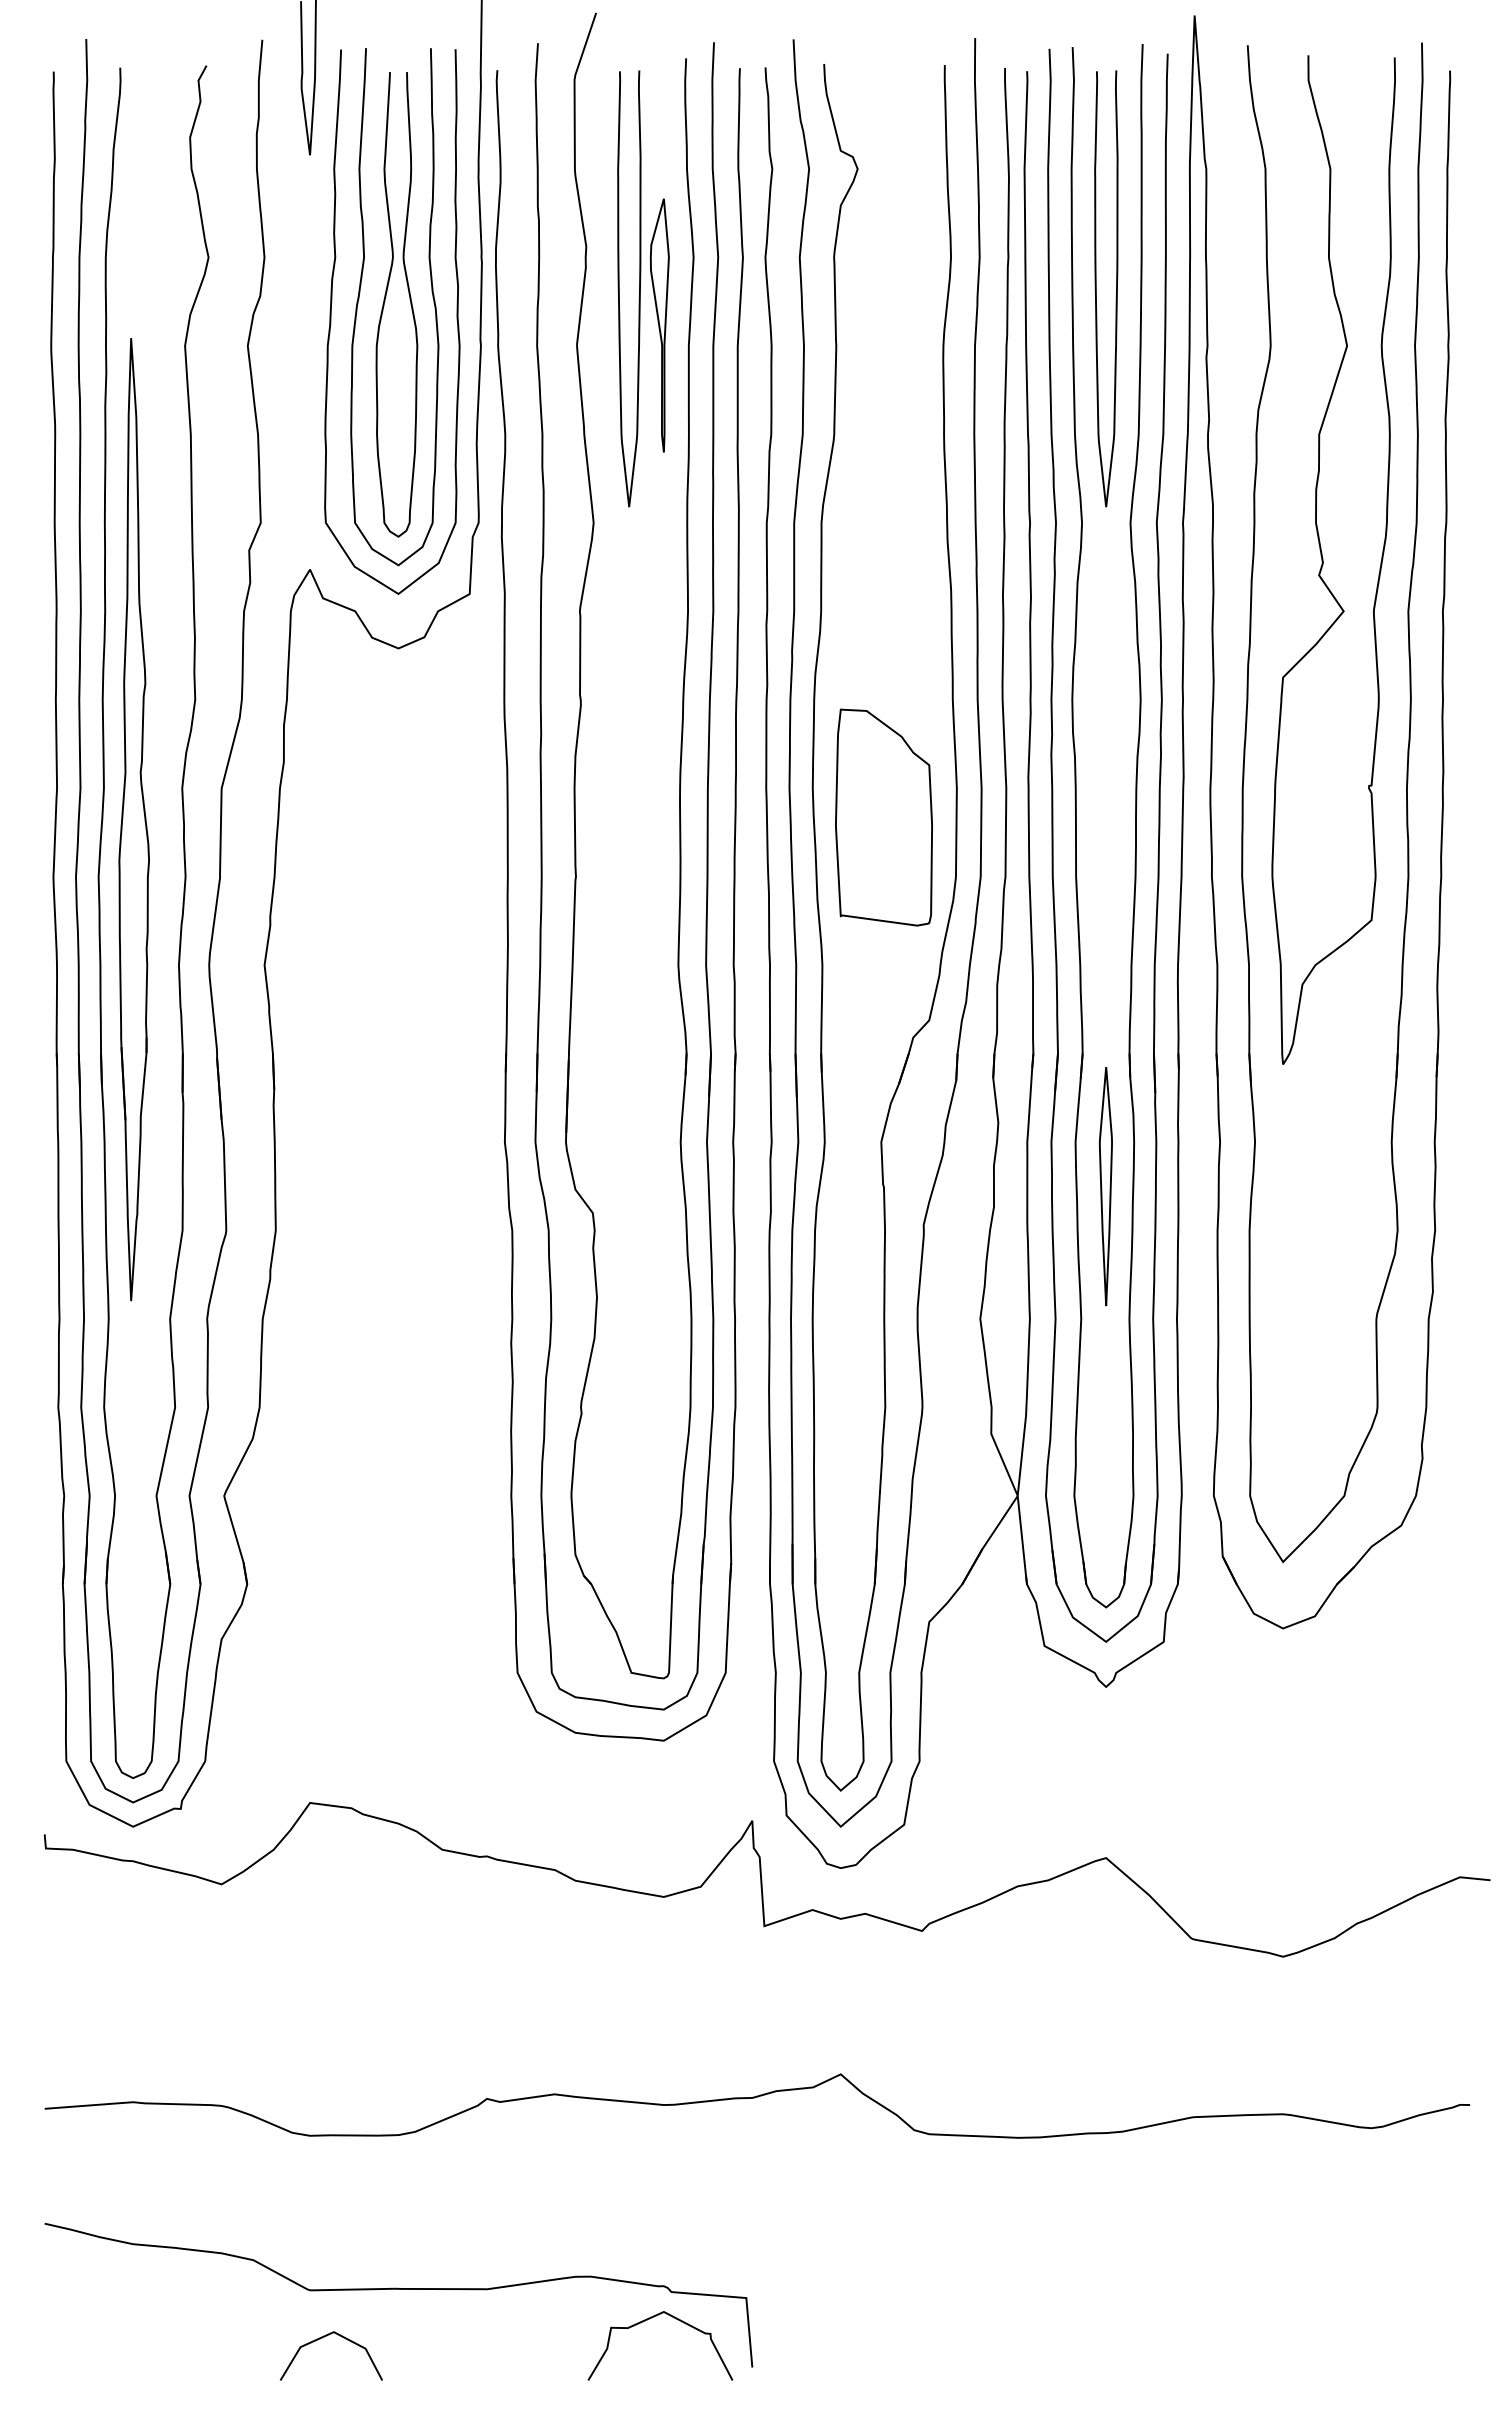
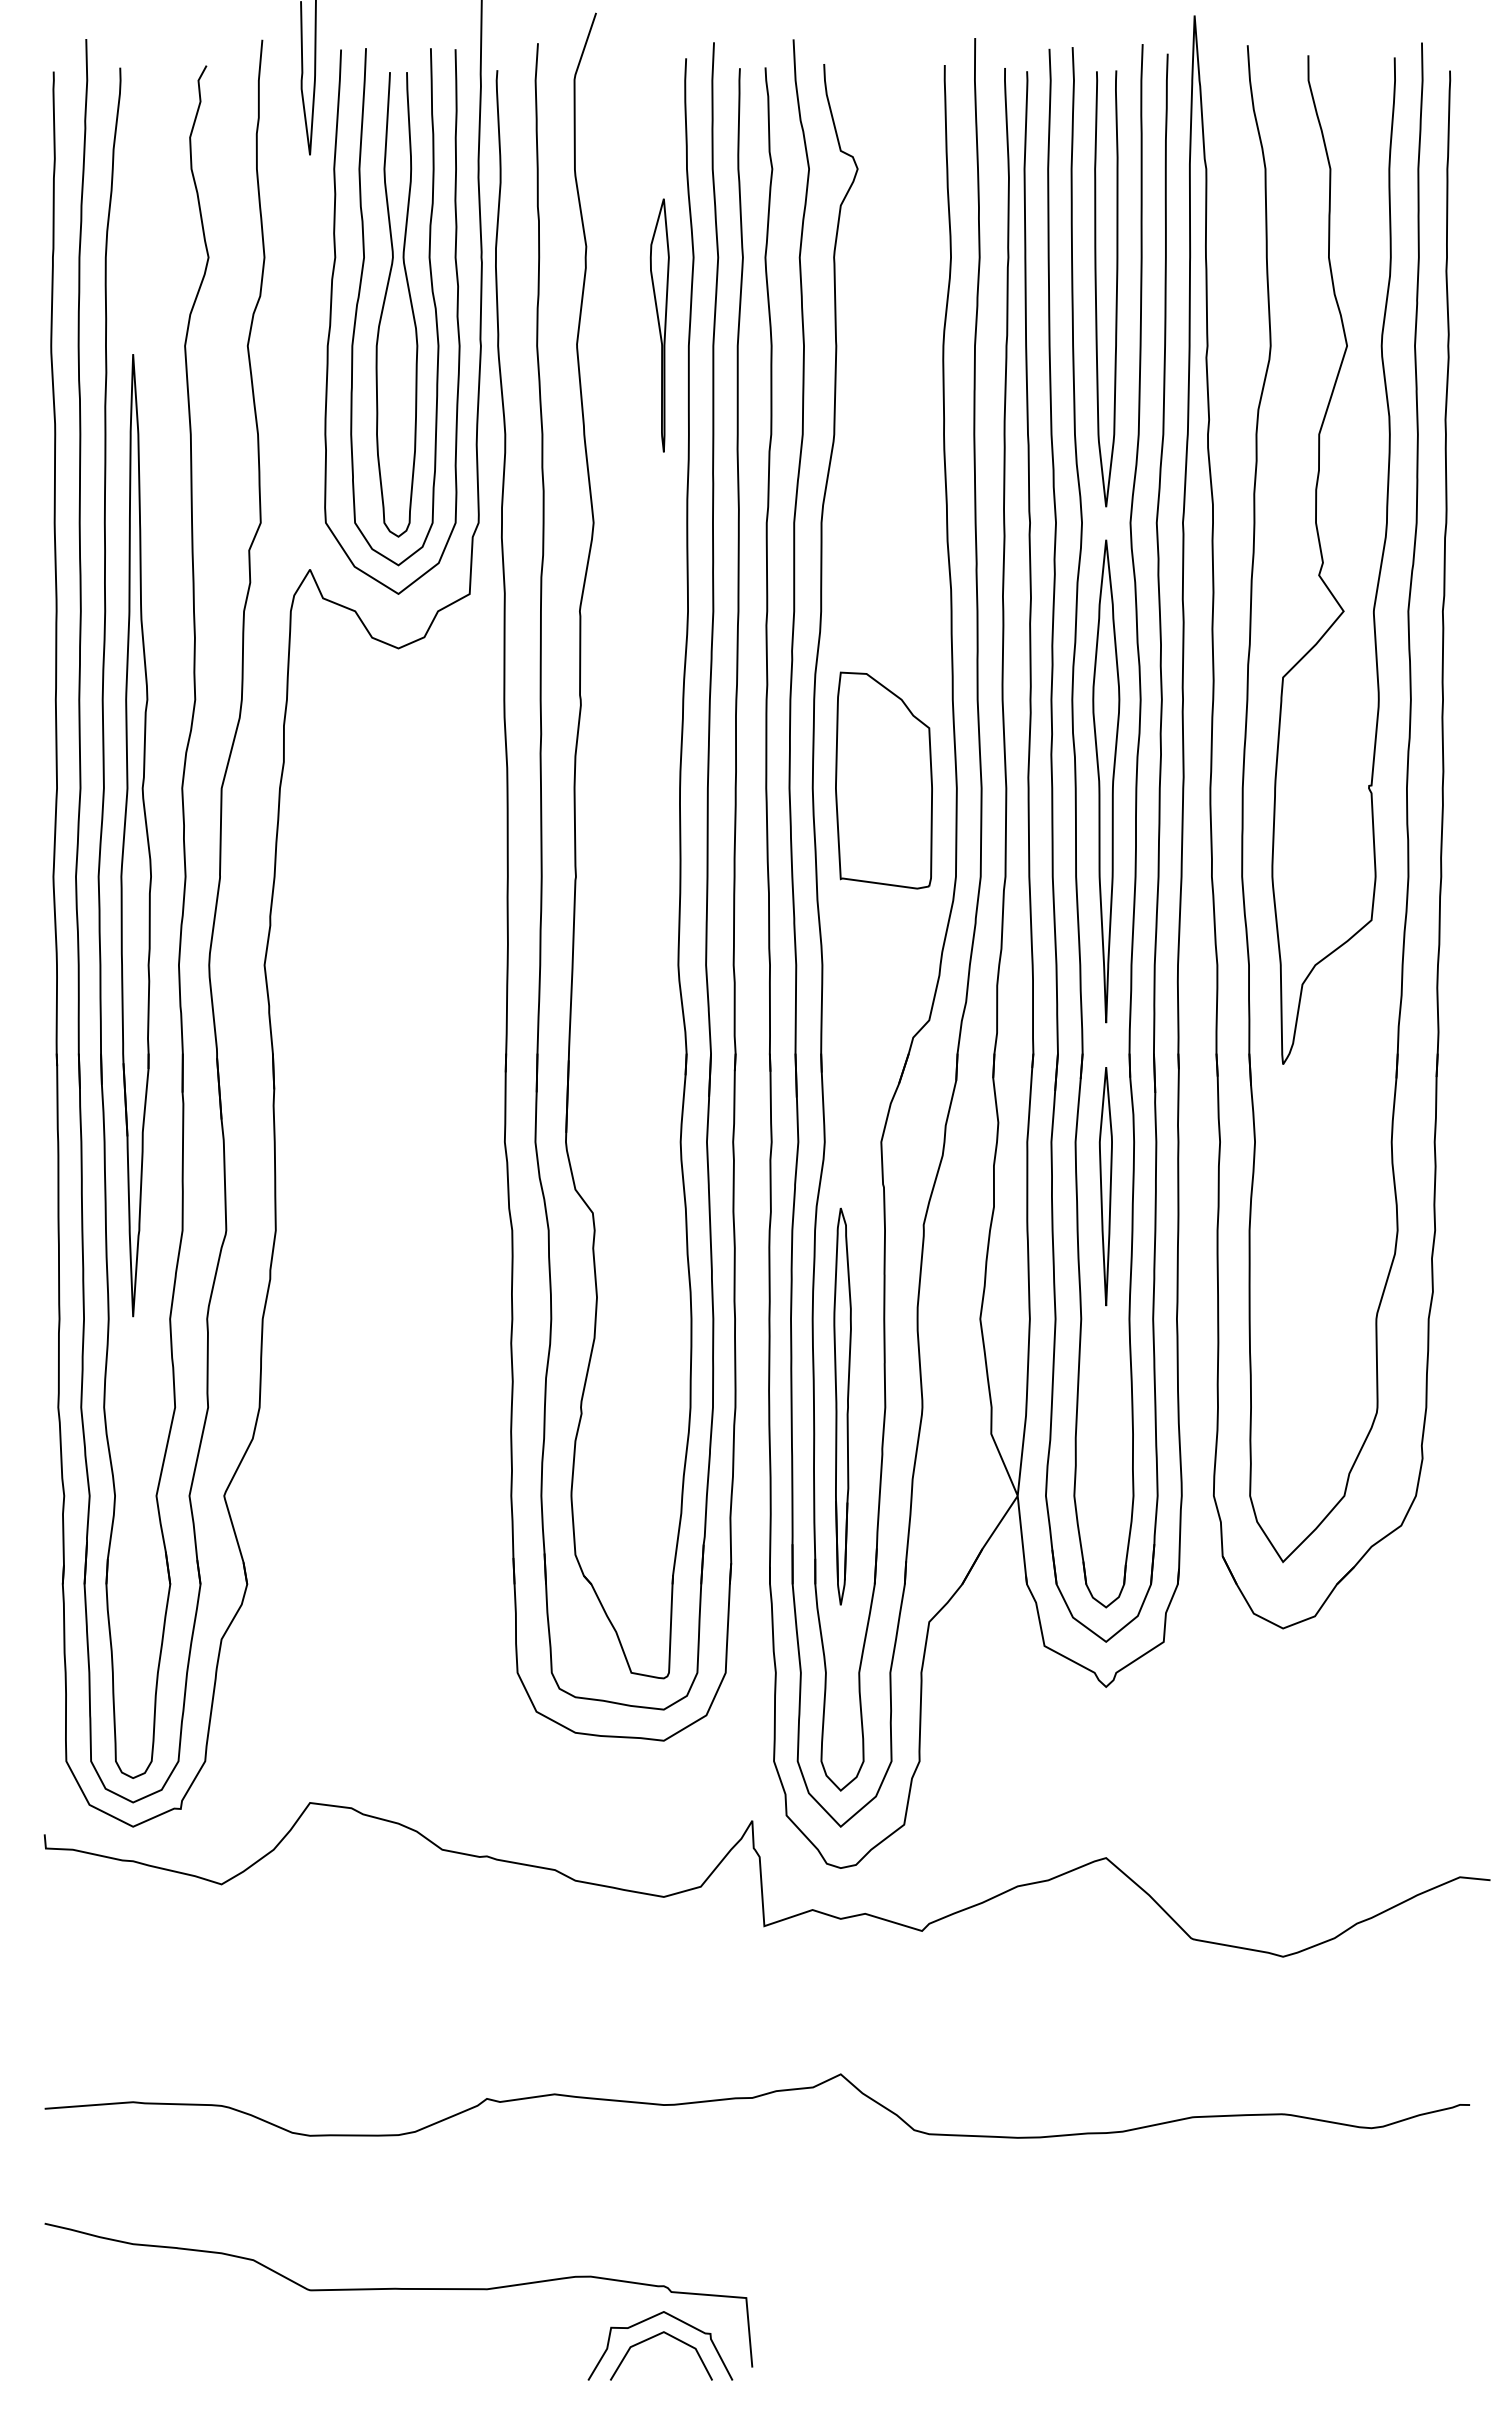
curve at (619, 288): present -> none
part at (1106, 781): none -> present
part at (883, 817) position: (883, 817) -> (883, 780)
part at (133, 819) position: (133, 819) -> (135, 835)
part at (842, 1406): none -> present
line at (322, 2338) position: (322, 2338) -> (652, 2338)
